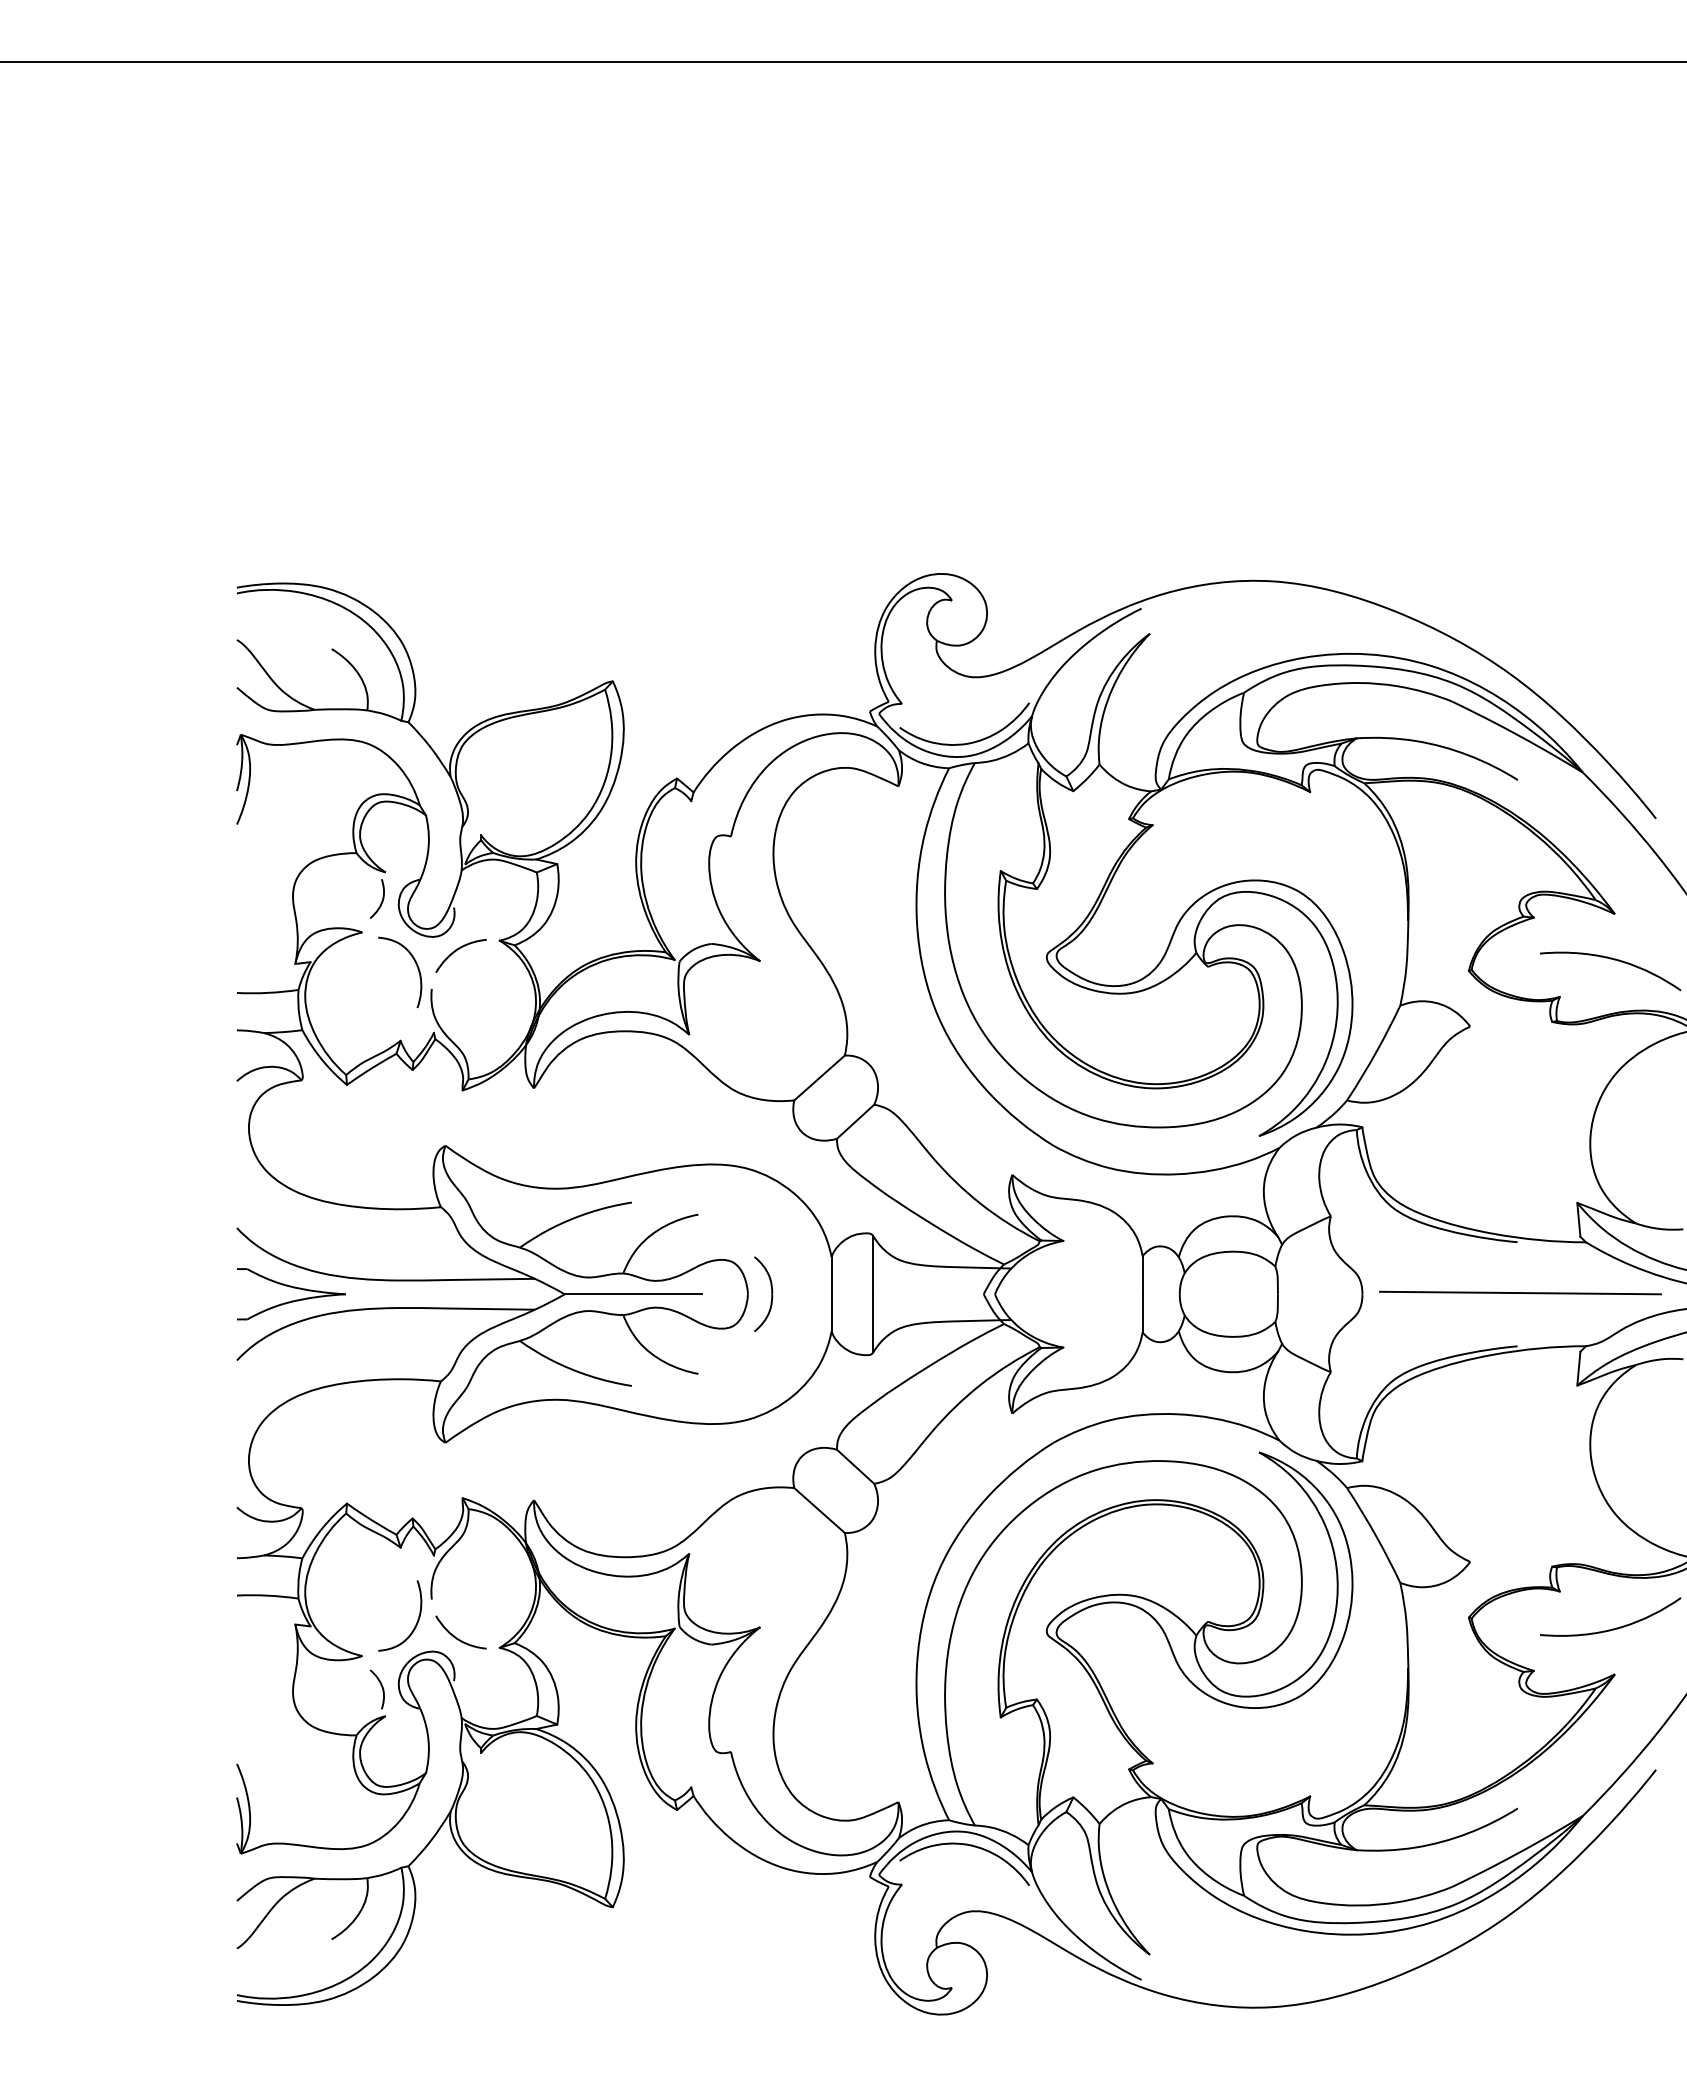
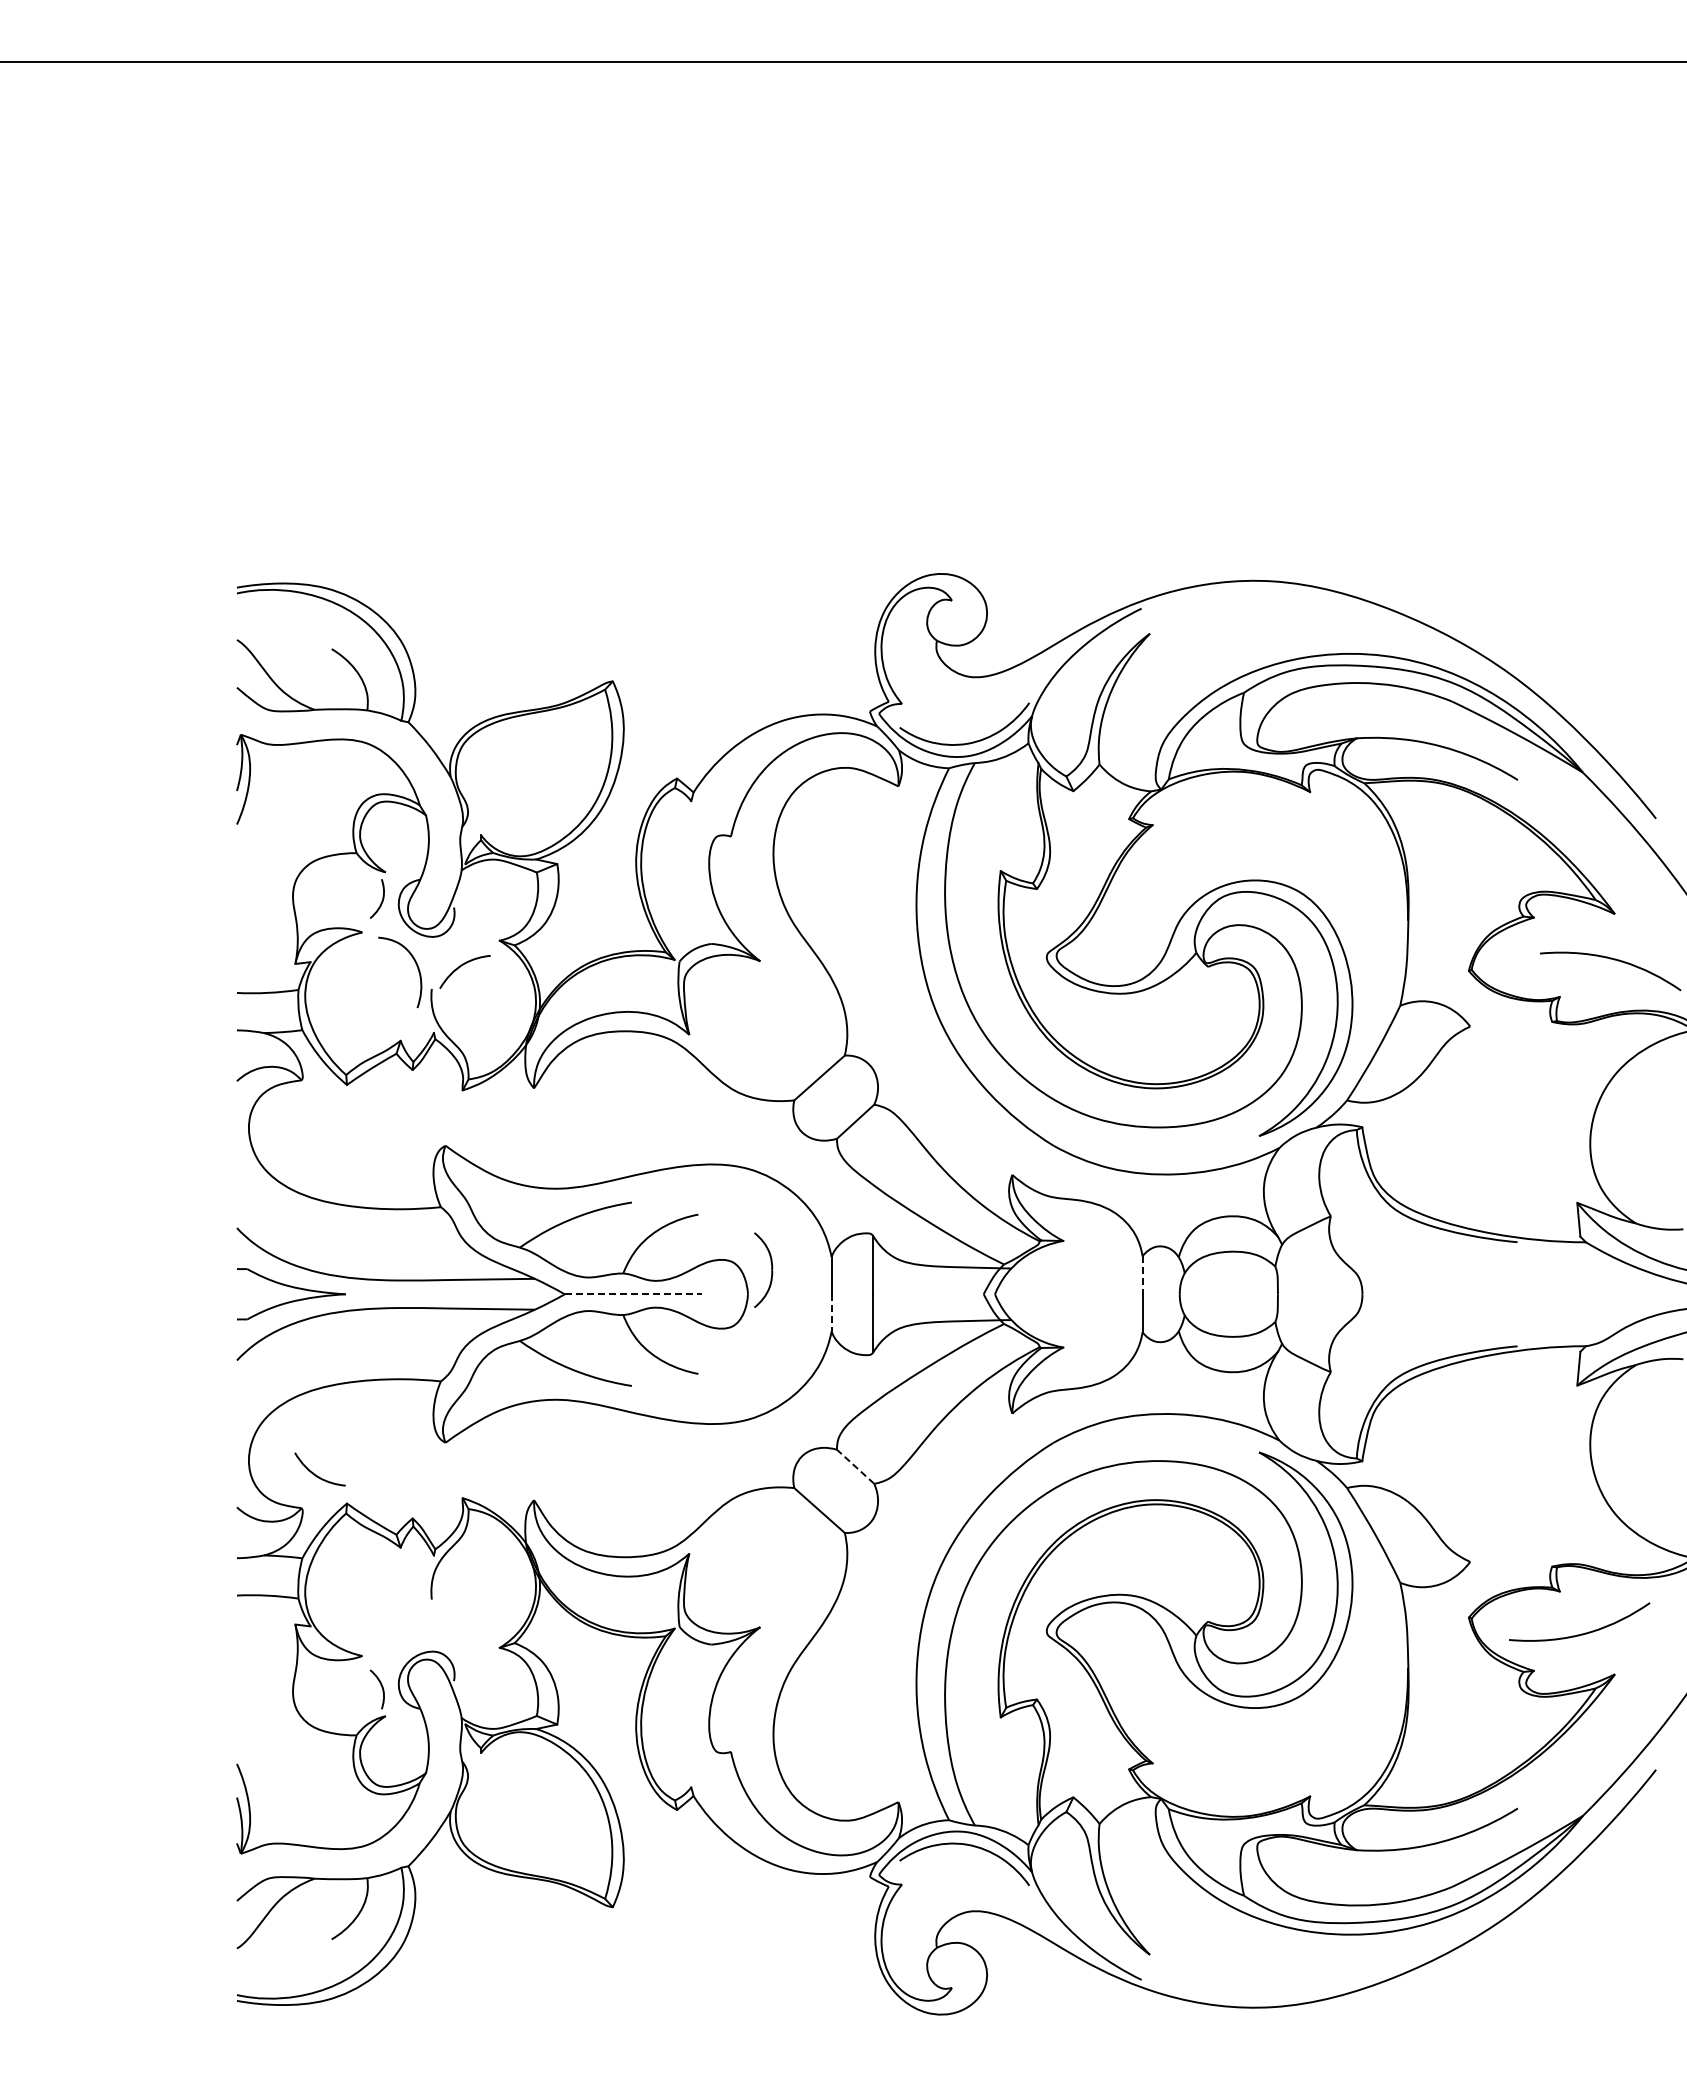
curve at (456, 951) position: (456, 951) -> (460, 967)
line at (1142, 1275): solid -> dashed
line at (1520, 1292): present -> none
part at (771, 1293) position: (771, 1293) -> (771, 1269)
line at (633, 1294): solid -> dashed
line at (831, 1312): solid -> dashed
line at (855, 1466): solid -> dashed
curve at (417, 1619): present -> none
curve at (1612, 1628) position: (1612, 1628) -> (1581, 1633)
curve at (457, 1637) position: (457, 1637) -> (316, 1474)
